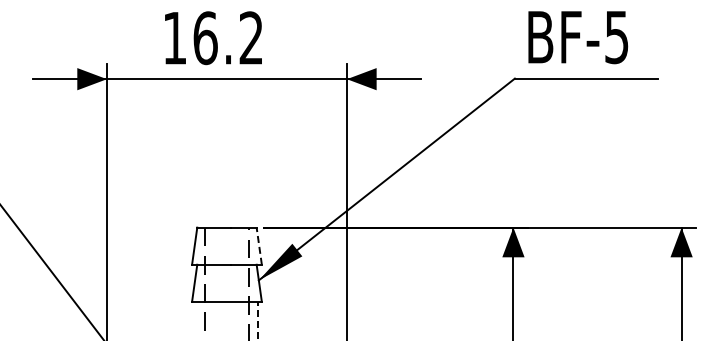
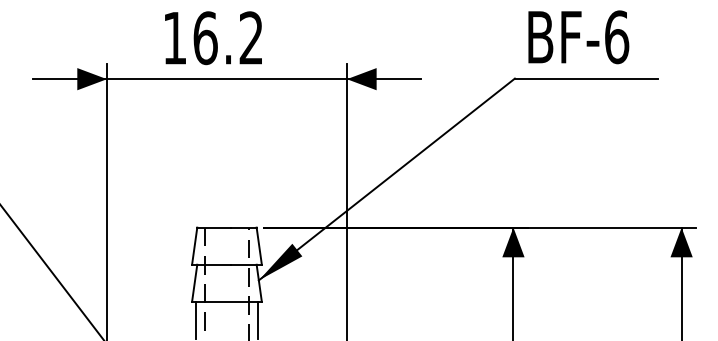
text at (617, 37): BF-5 -> BF-6
line at (259, 246): dashed -> solid
line at (195, 319): none -> present
line at (258, 320): dashed -> solid
